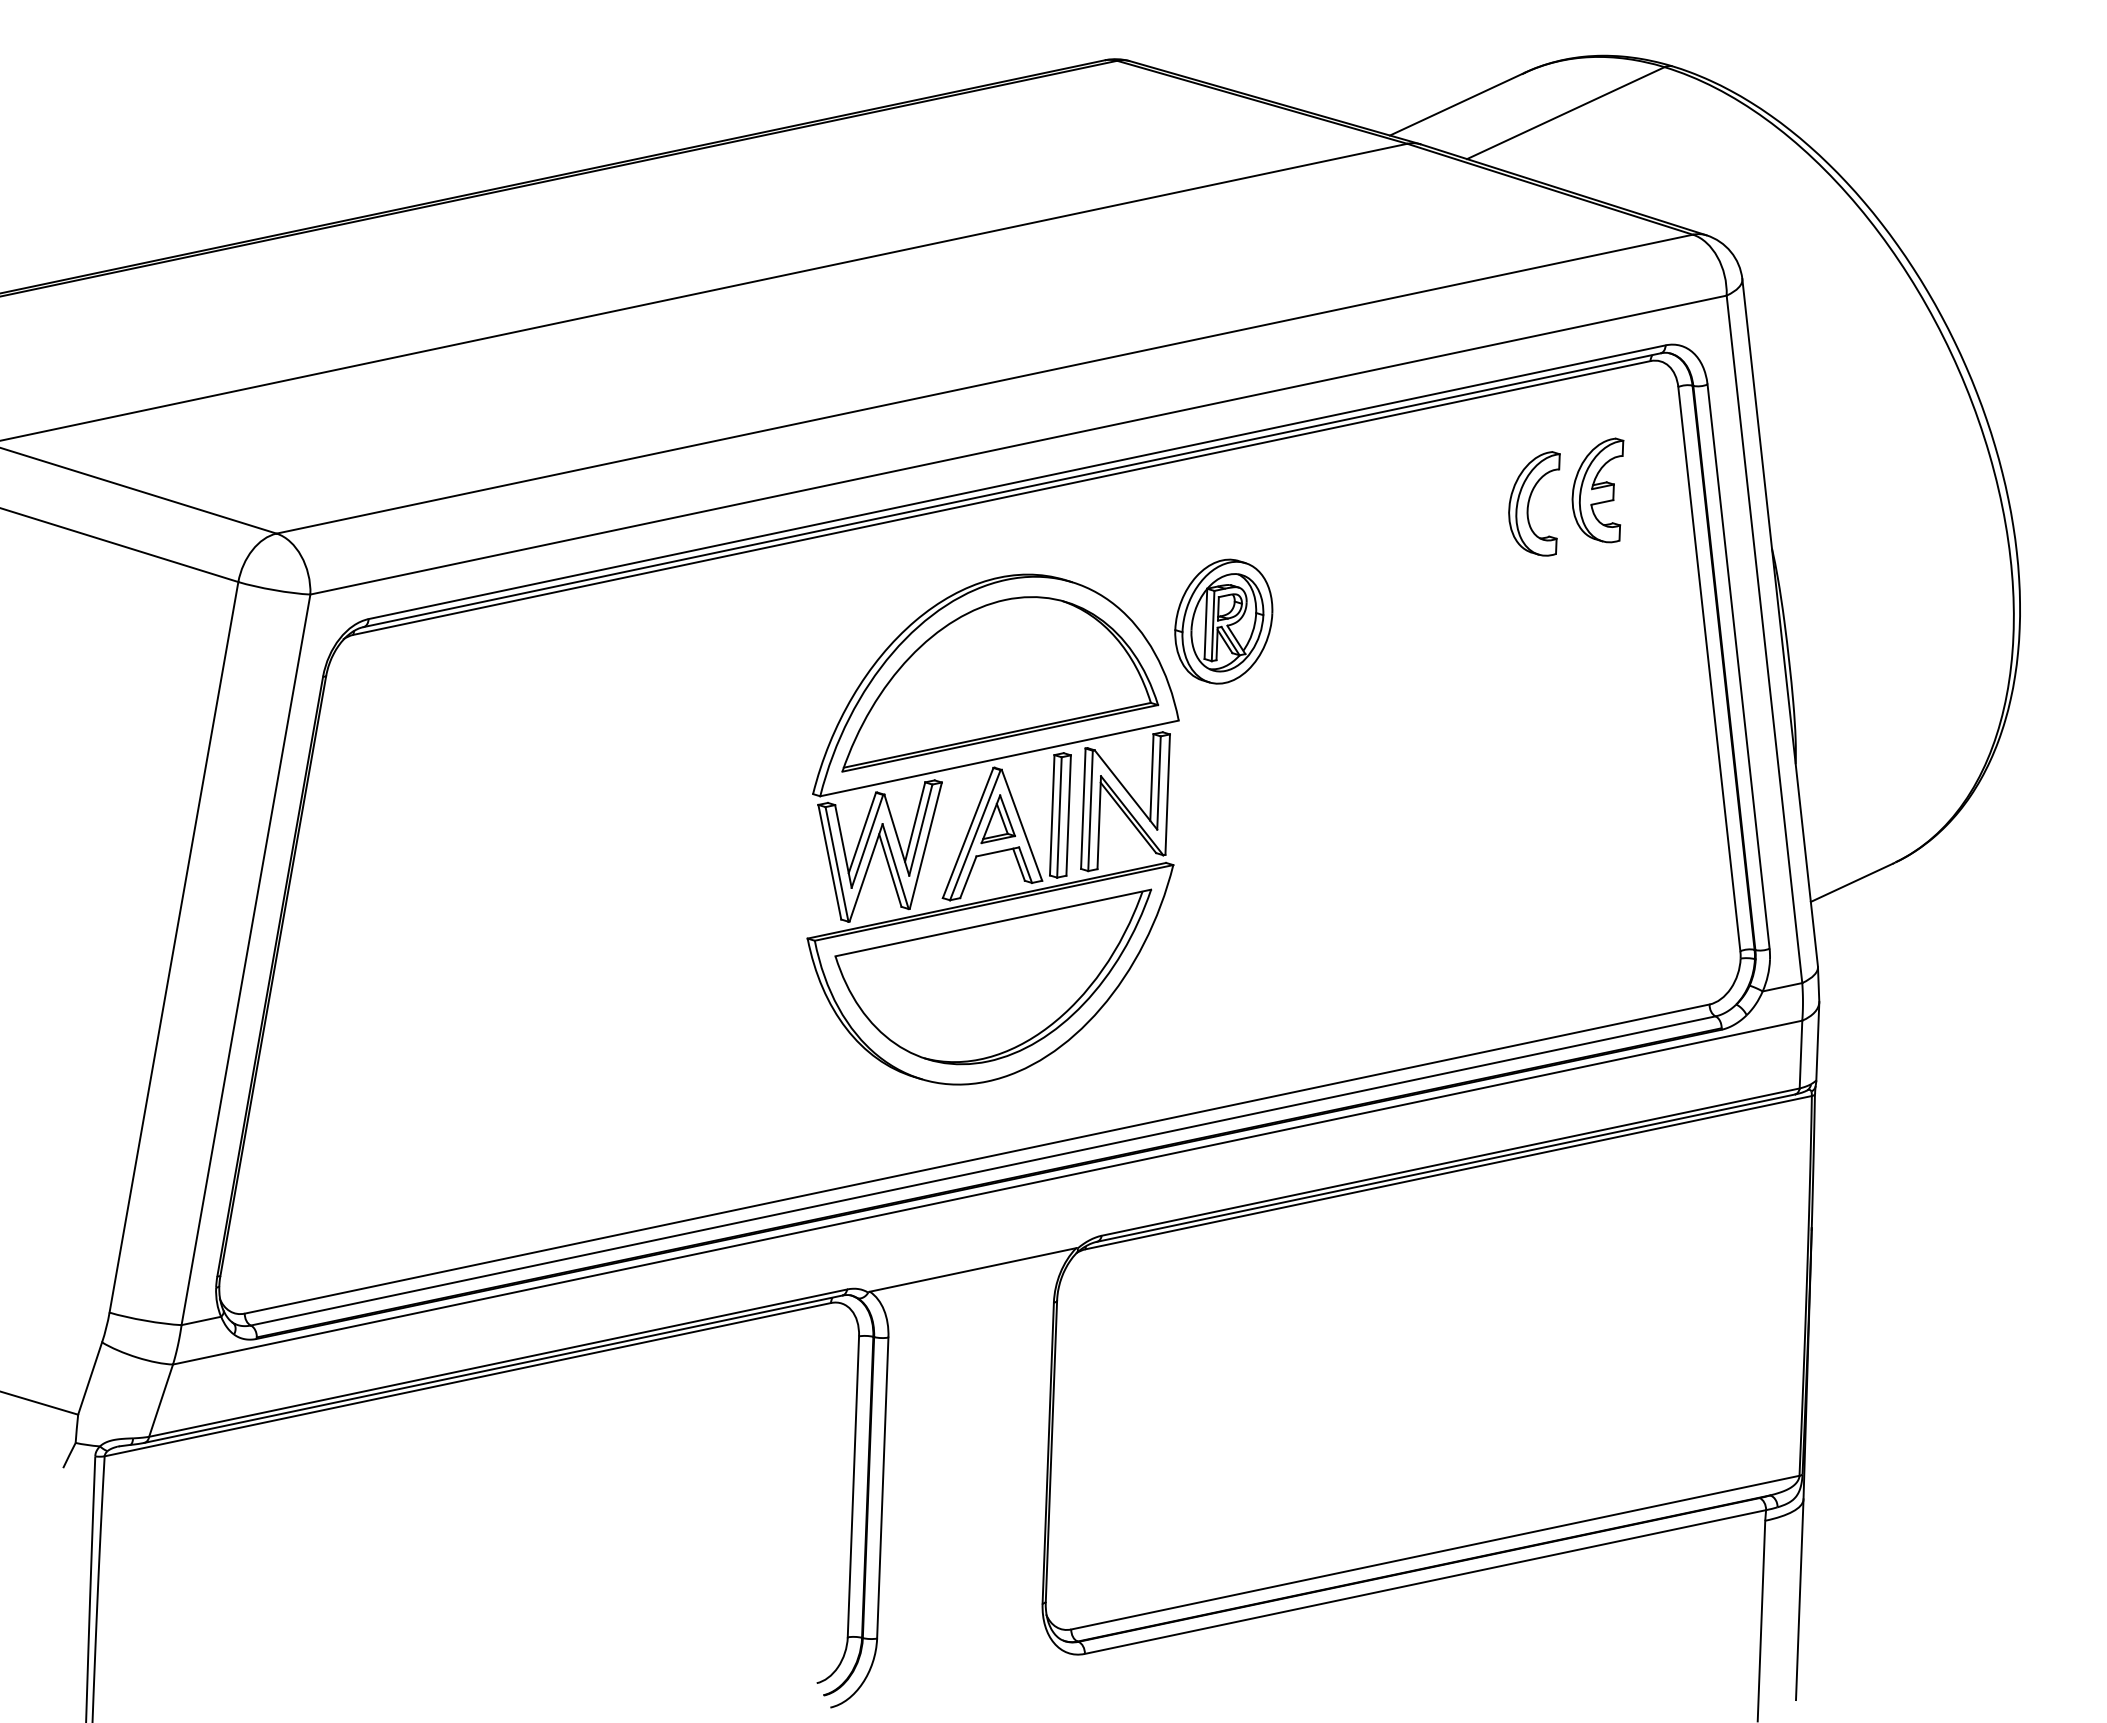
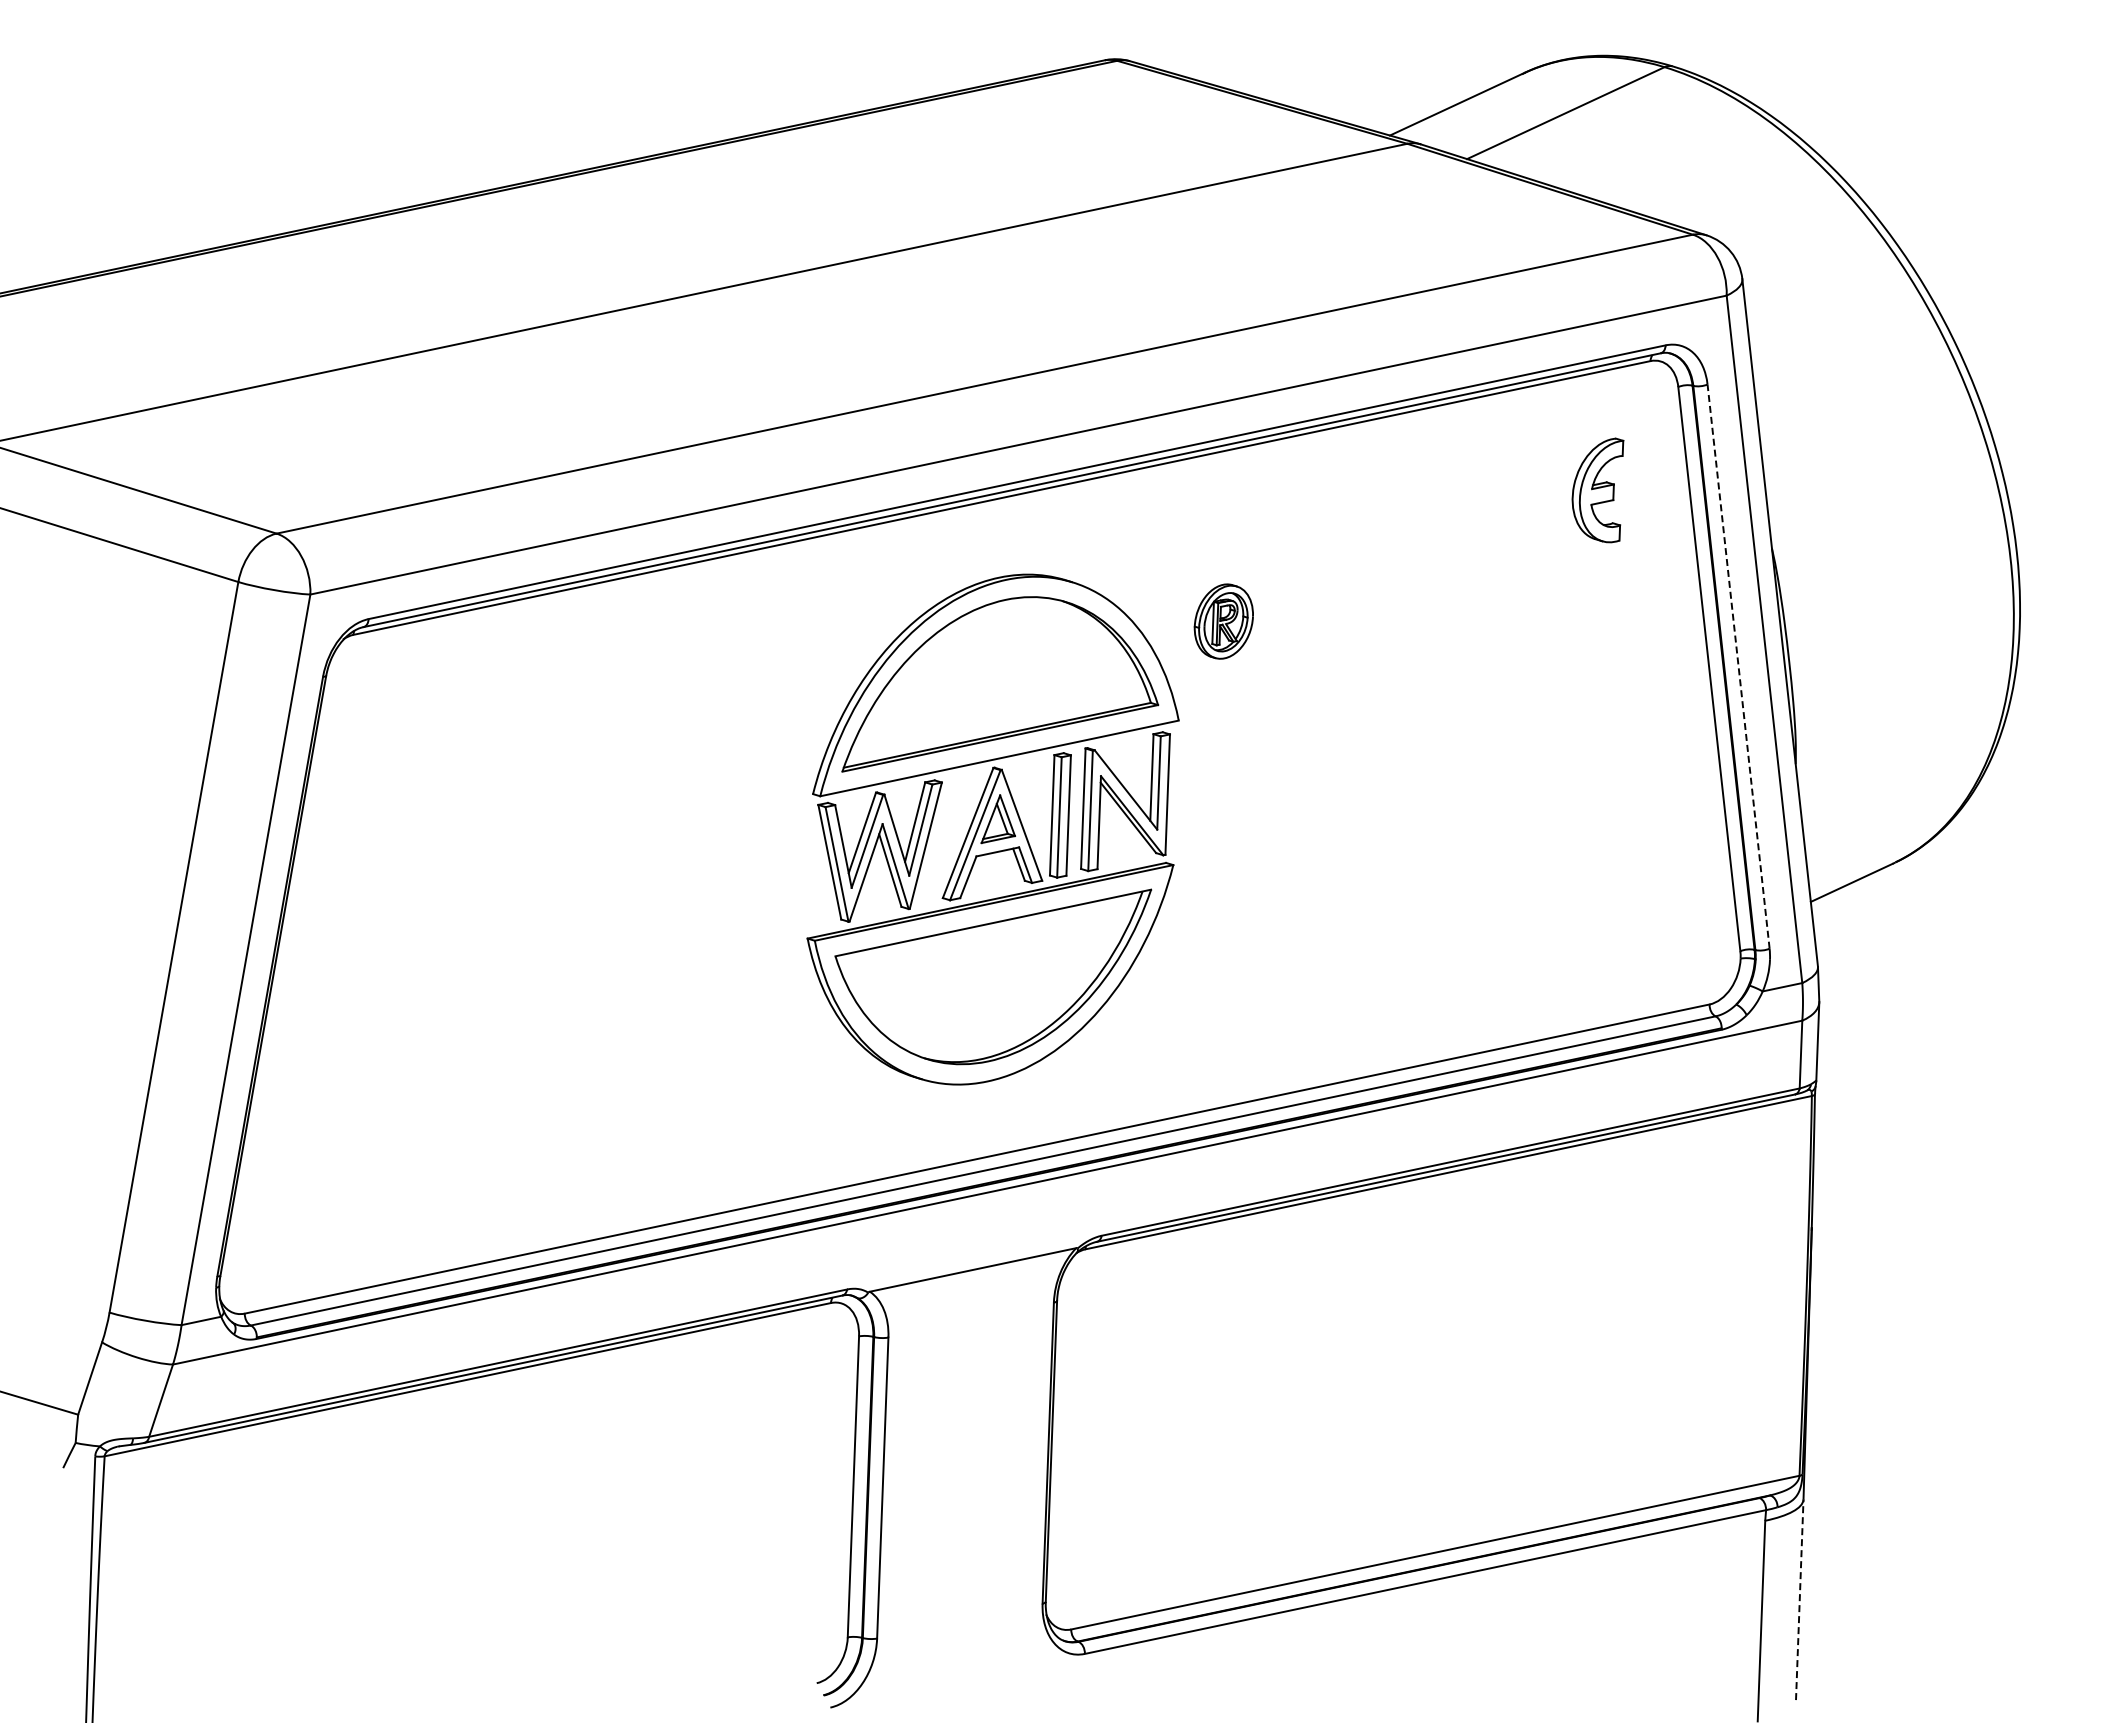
part at (1534, 503): present -> none
part at (1223, 621) size: 100x127 px -> 61x77 px
line at (1738, 666): solid -> dashed
line at (1799, 1599): solid -> dashed
